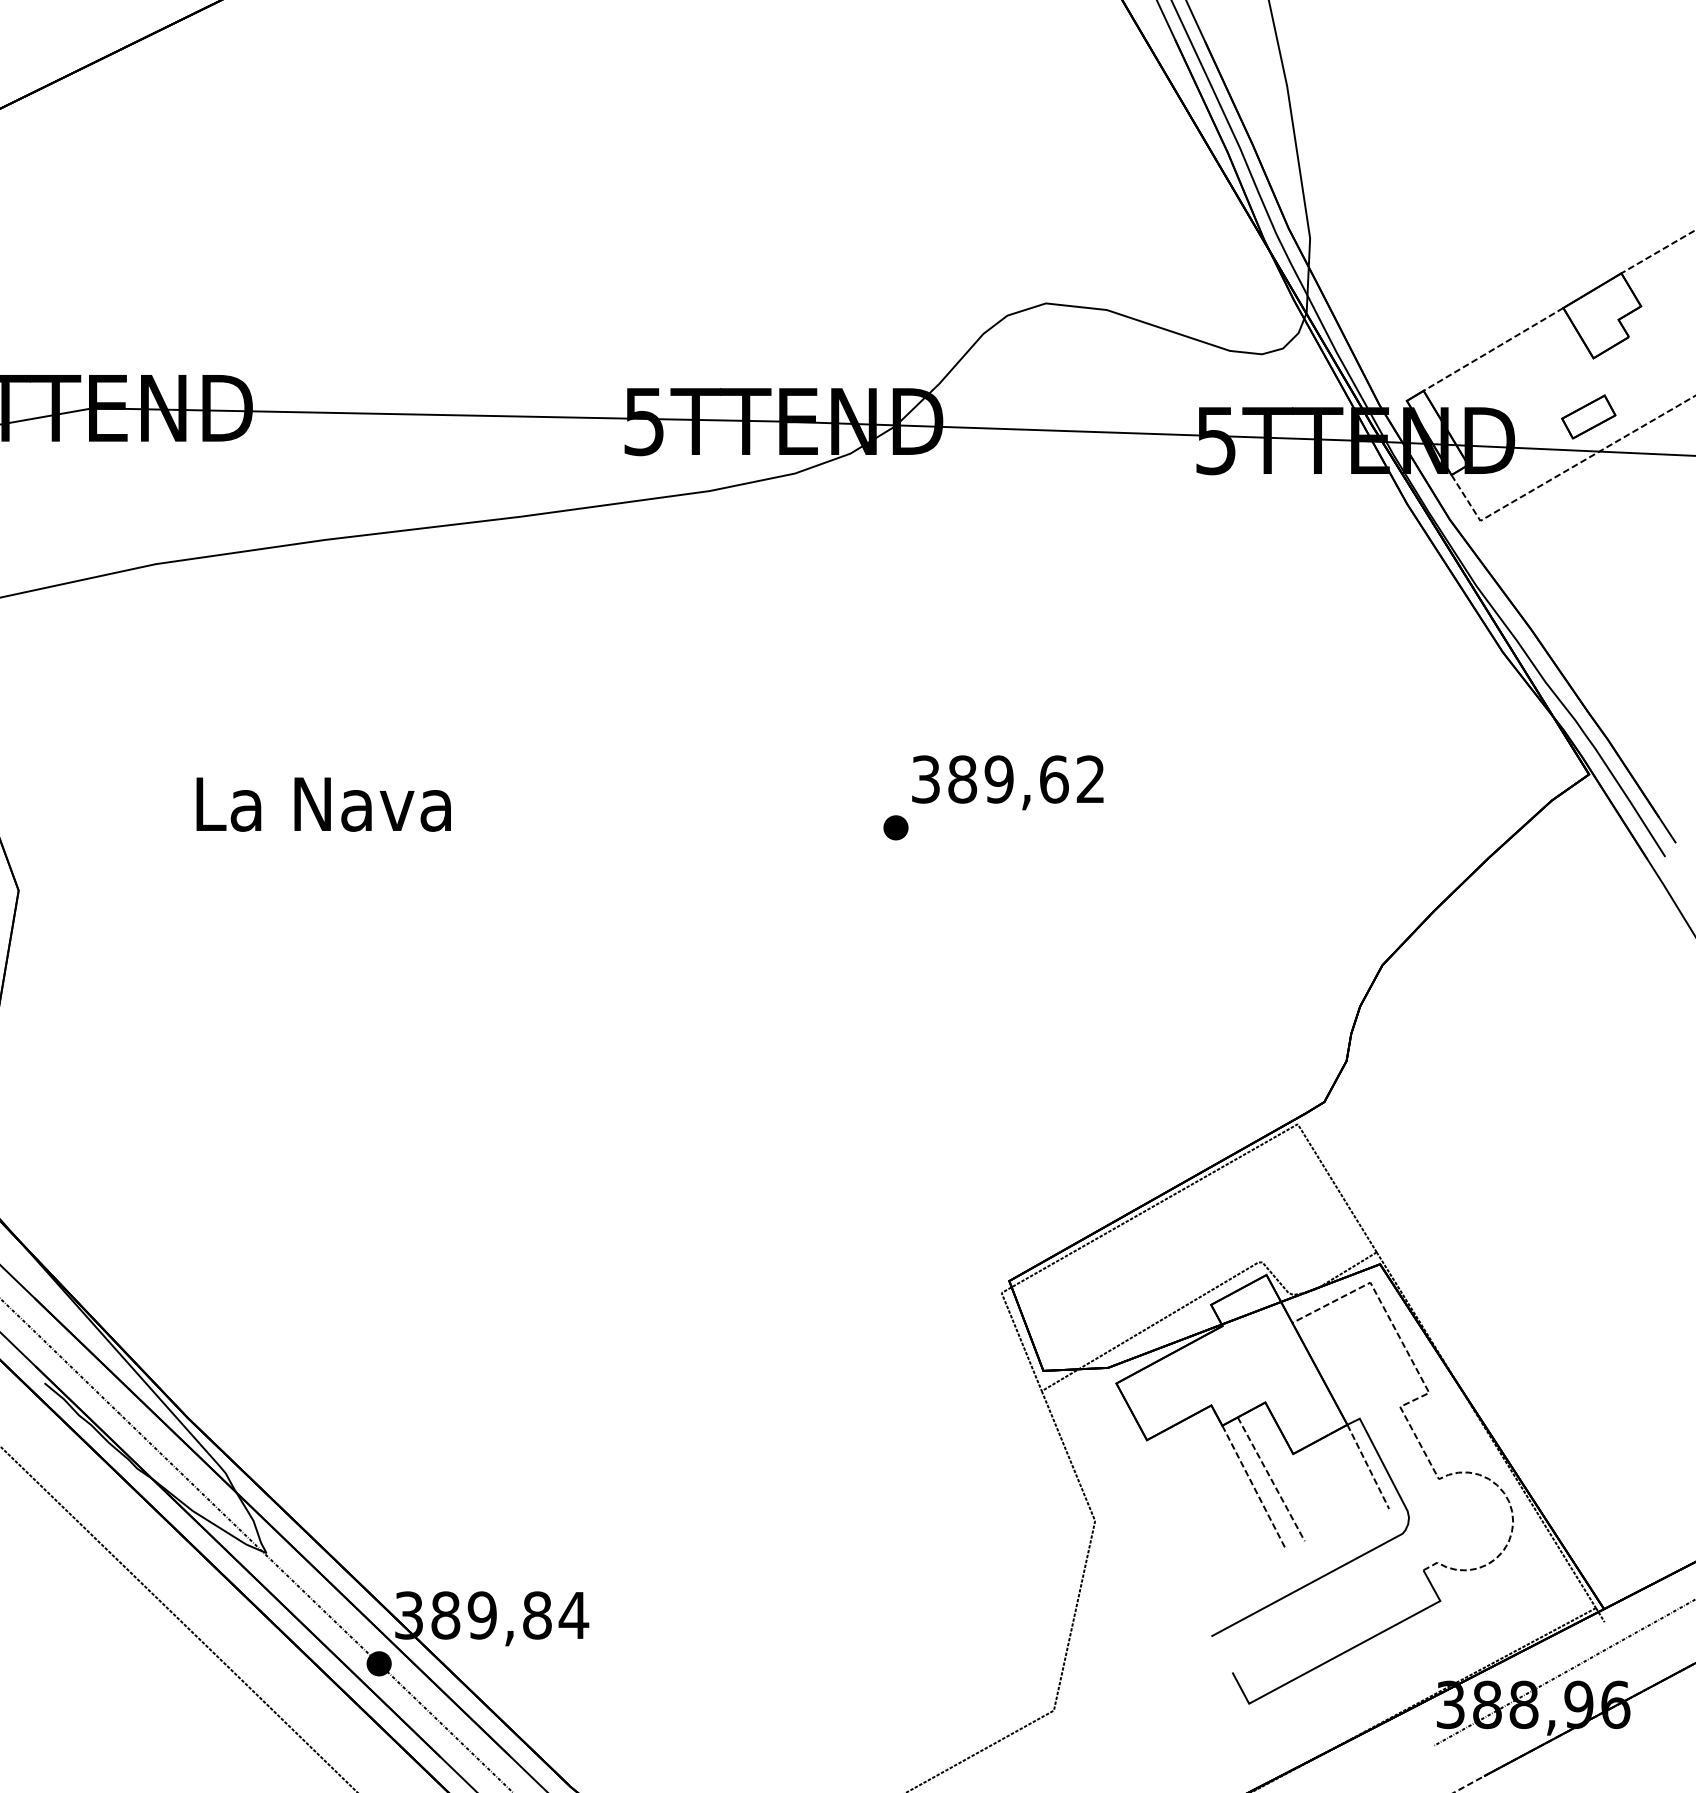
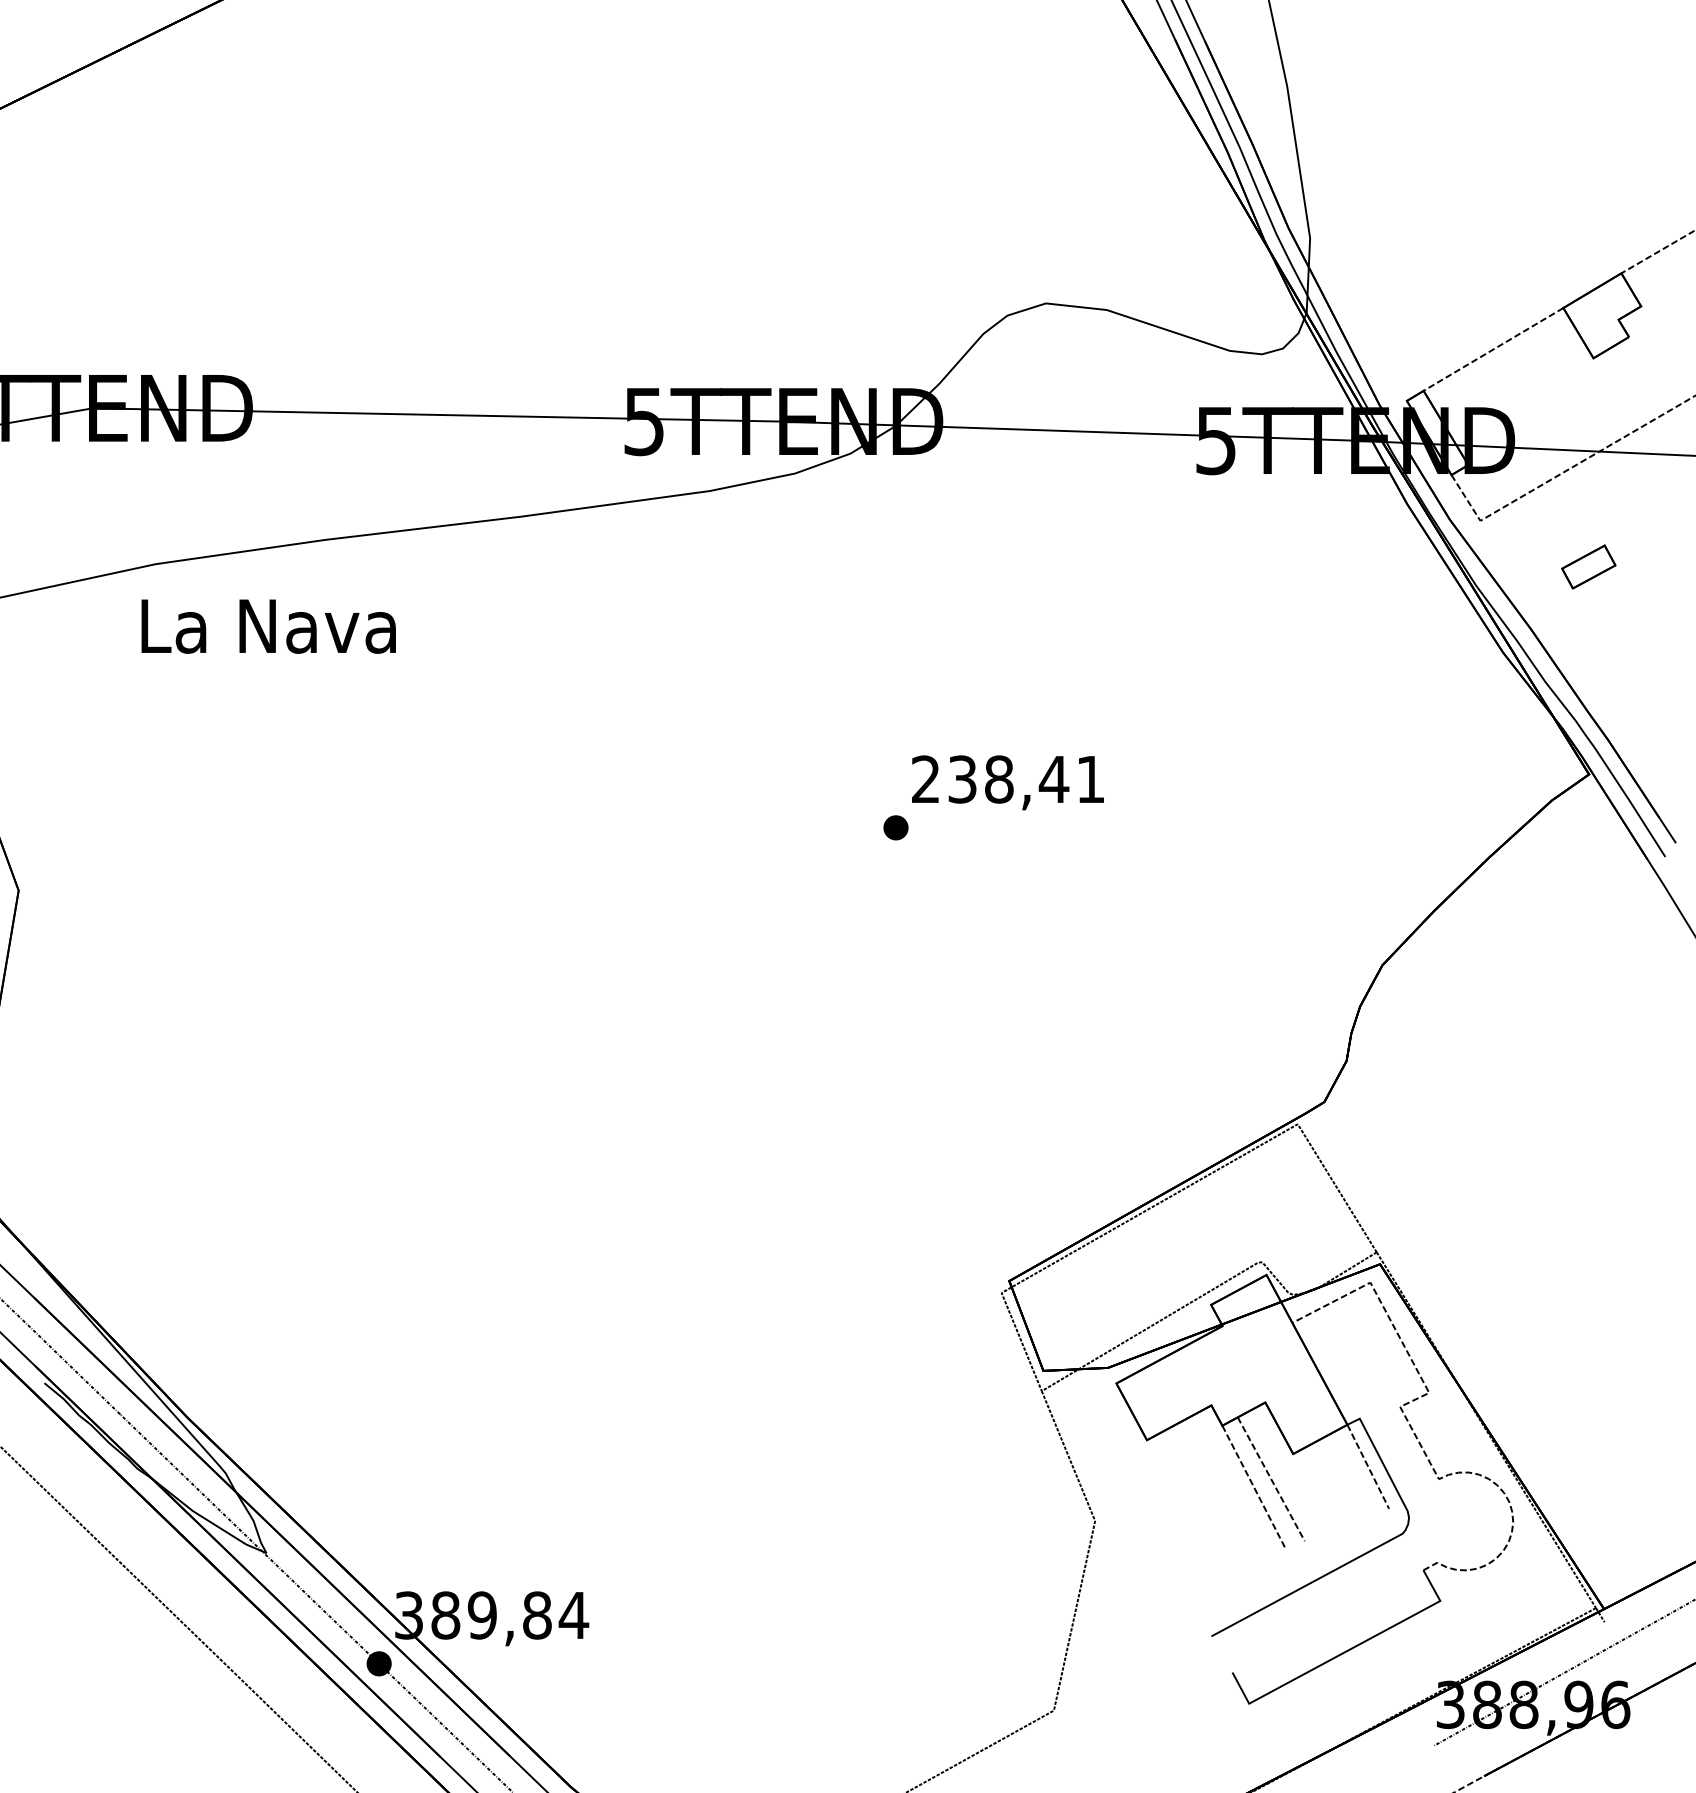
part at (1588, 416) position: (1588, 416) -> (1588, 566)
text at (1007, 779): 389,62 -> 238,41
text at (323, 804) position: (323, 804) -> (268, 626)
